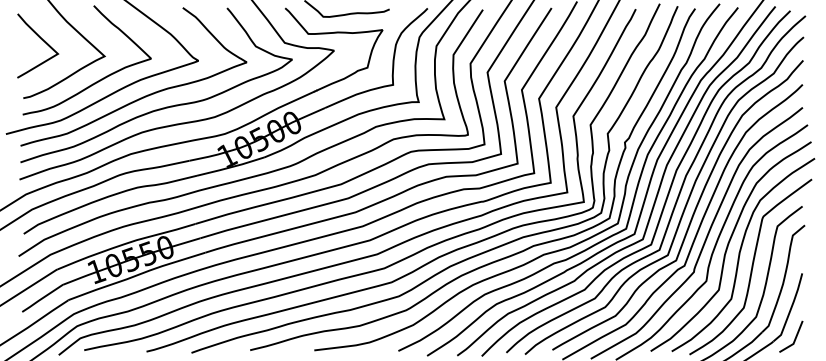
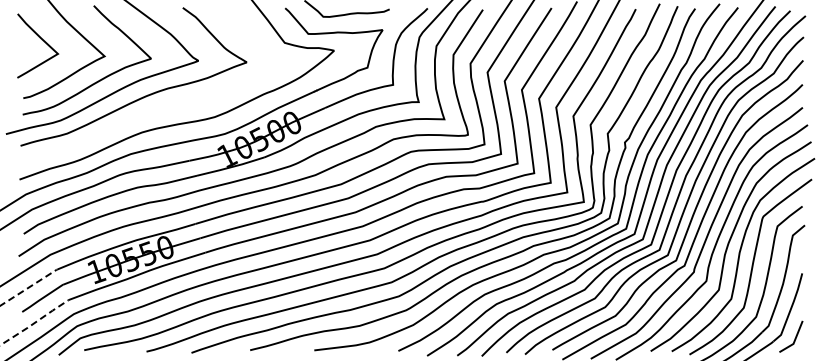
curve at (162, 107): present -> none
line at (29, 286): solid -> dashed
line at (34, 322): solid -> dashed
